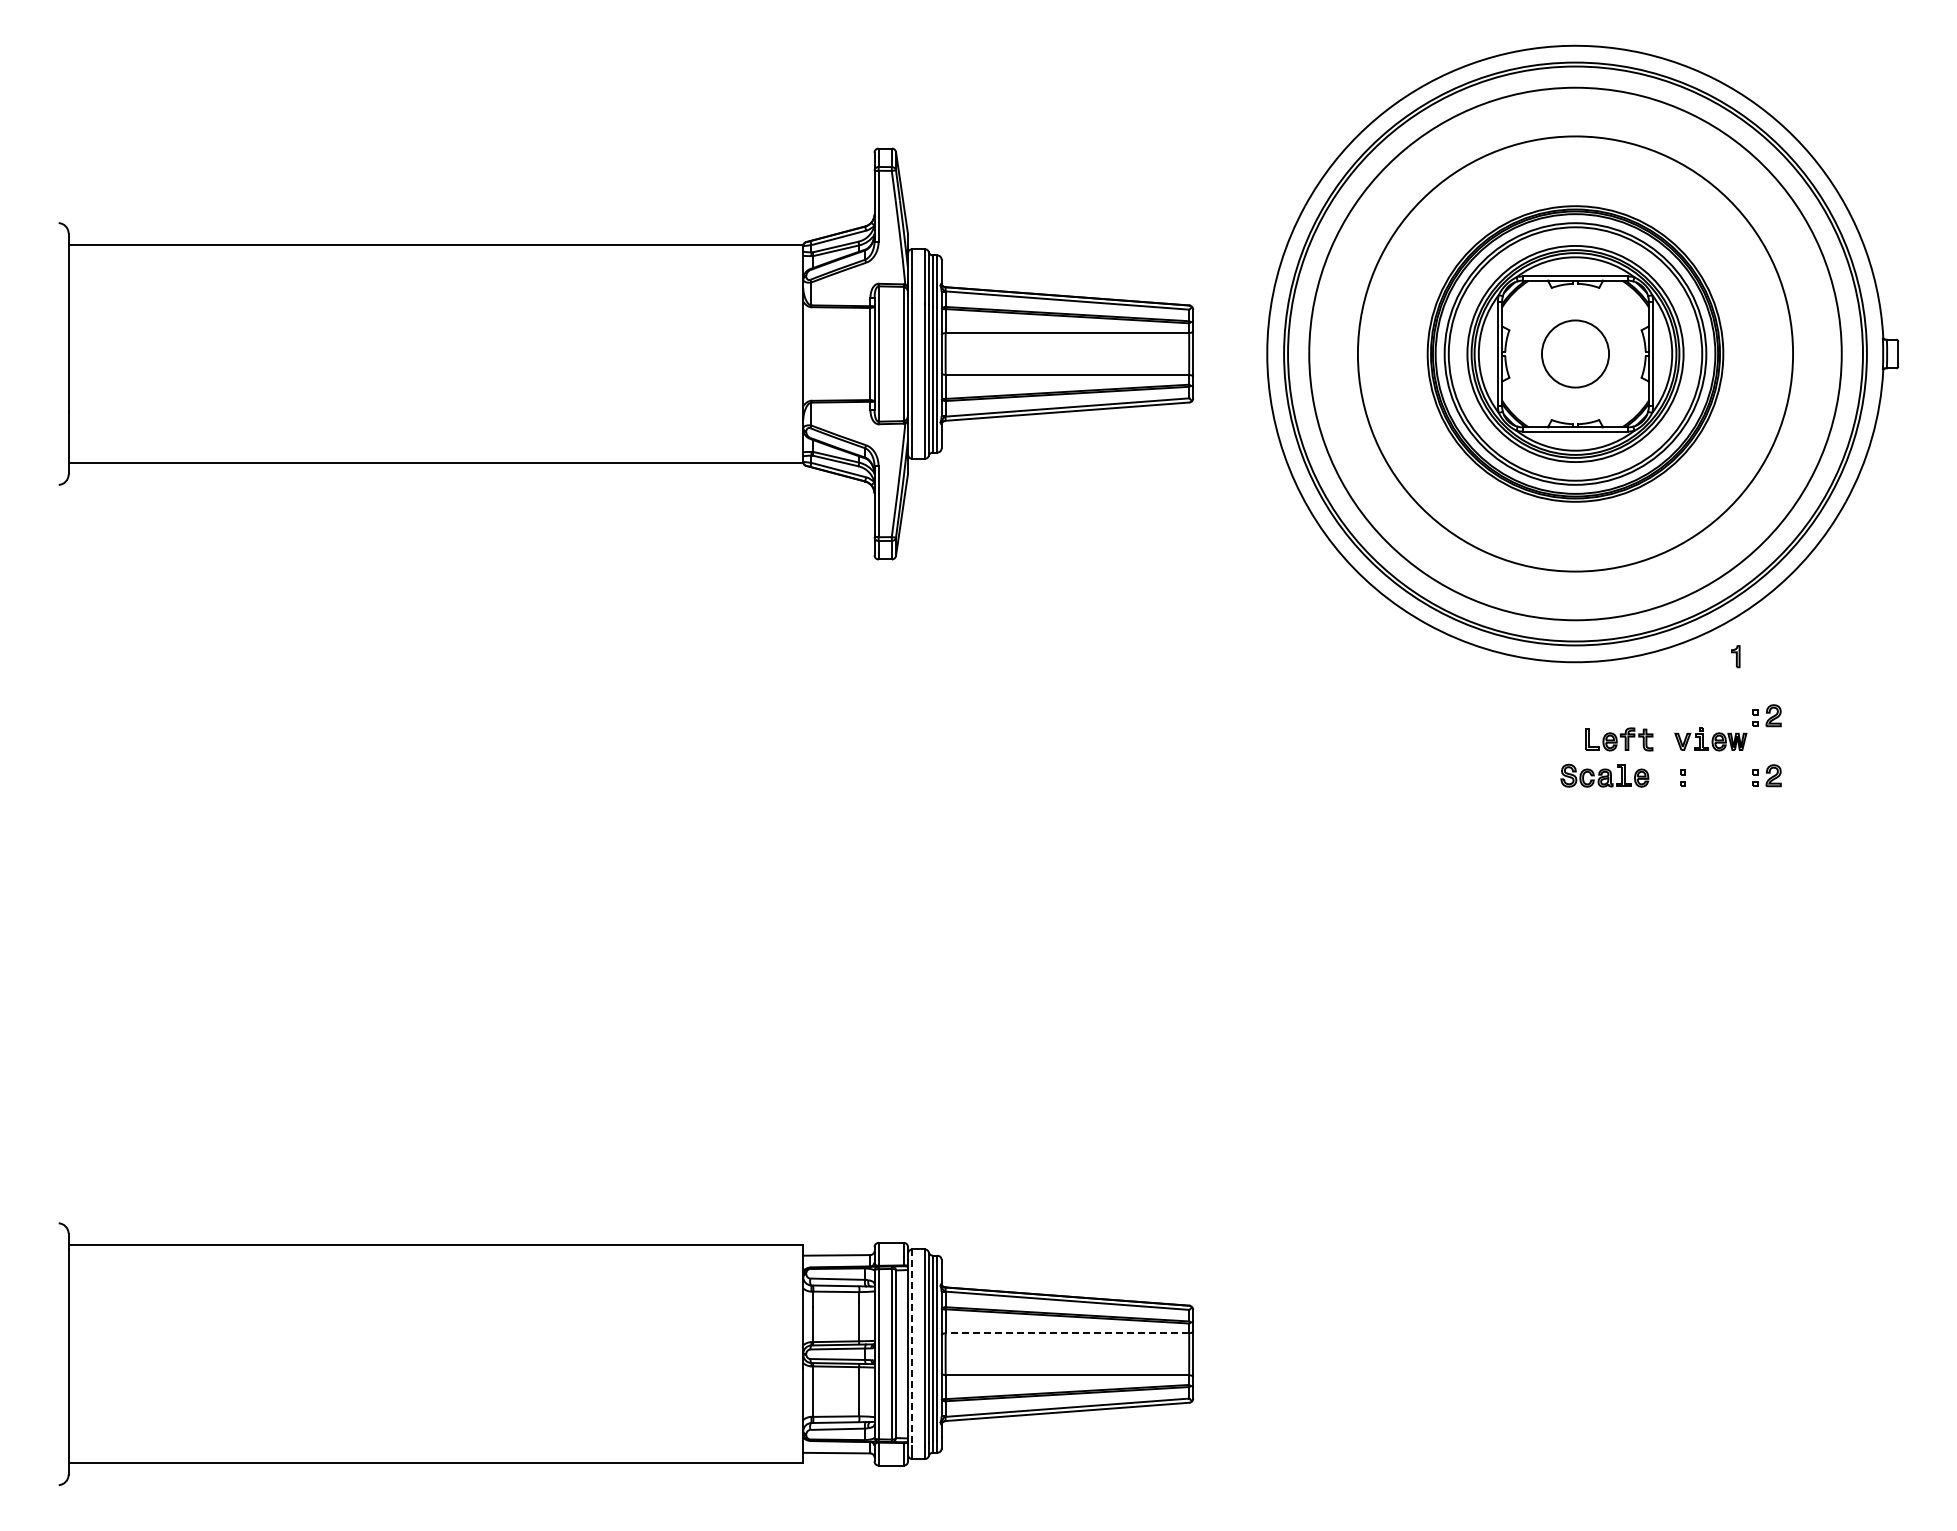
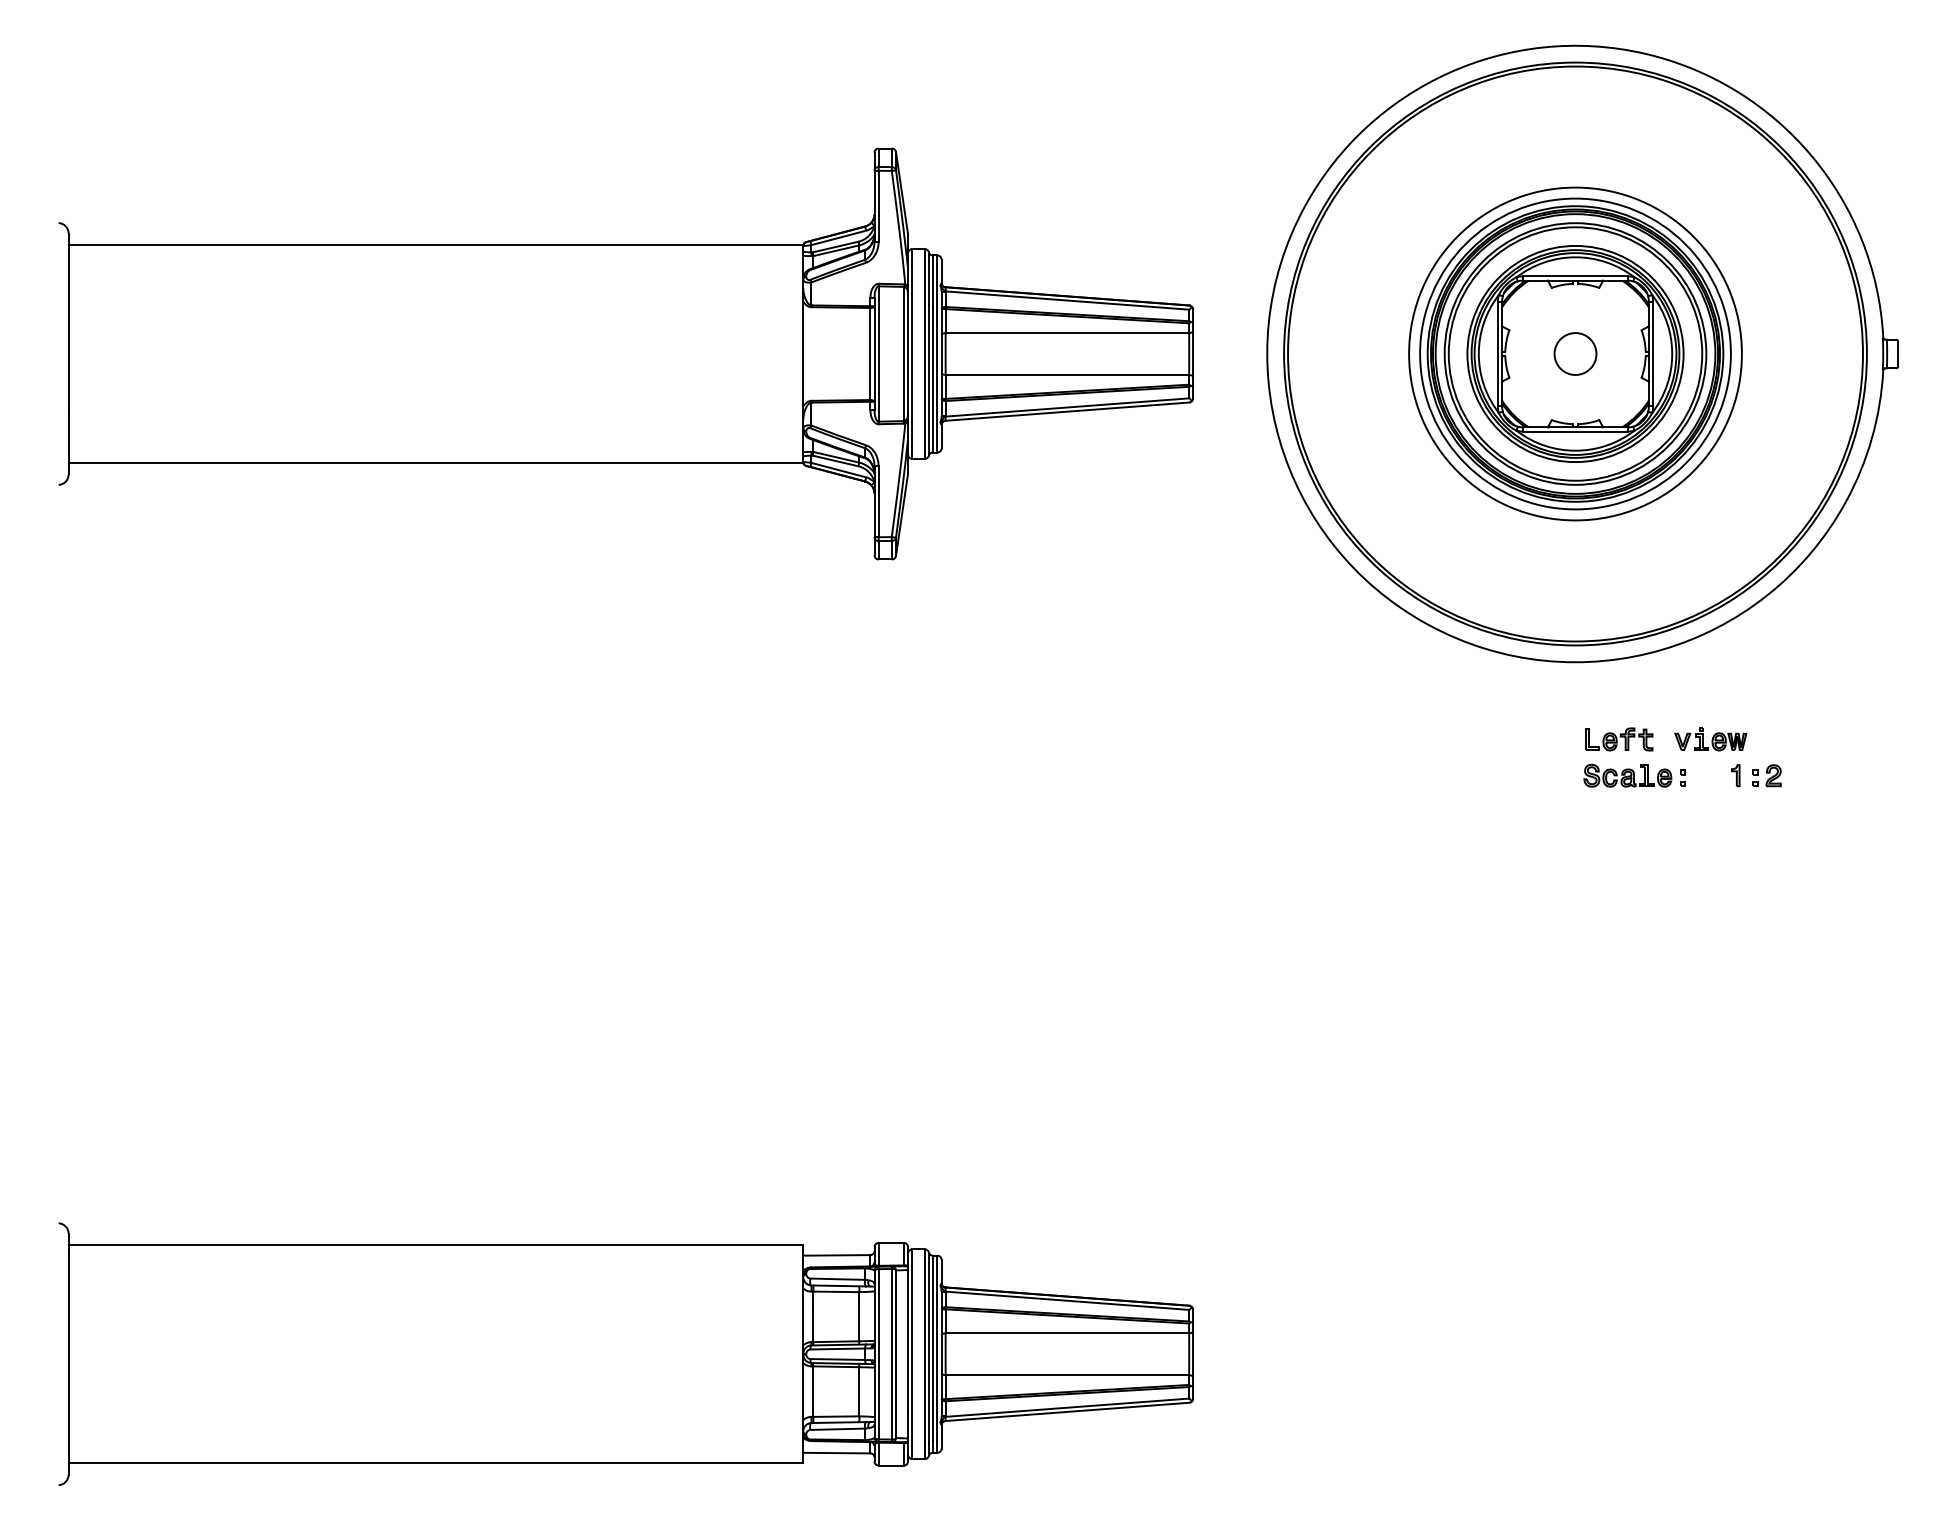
circle at (1575, 353) diameter: 435 px -> 311 px
circle at (1575, 353) diameter: 533 px -> 333 px
circle at (1575, 353) diameter: 67 px -> 42 px
part at (1735, 656) position: (1735, 656) -> (1735, 775)
part at (1766, 715): present -> none
part at (1604, 775) position: (1604, 775) -> (1627, 775)
line at (1067, 1333): dashed -> solid
line at (912, 1348): dashed -> solid
